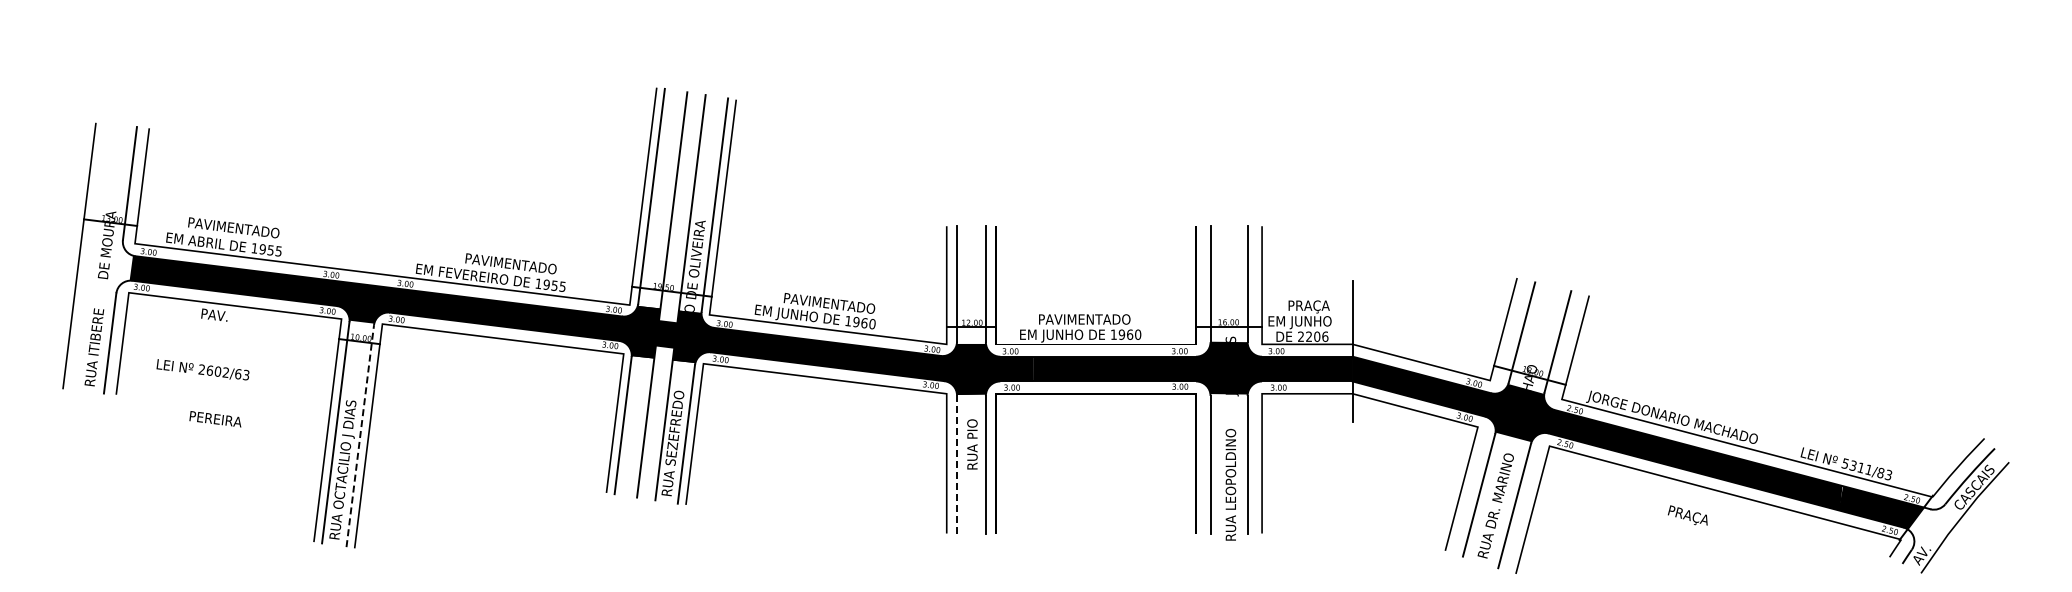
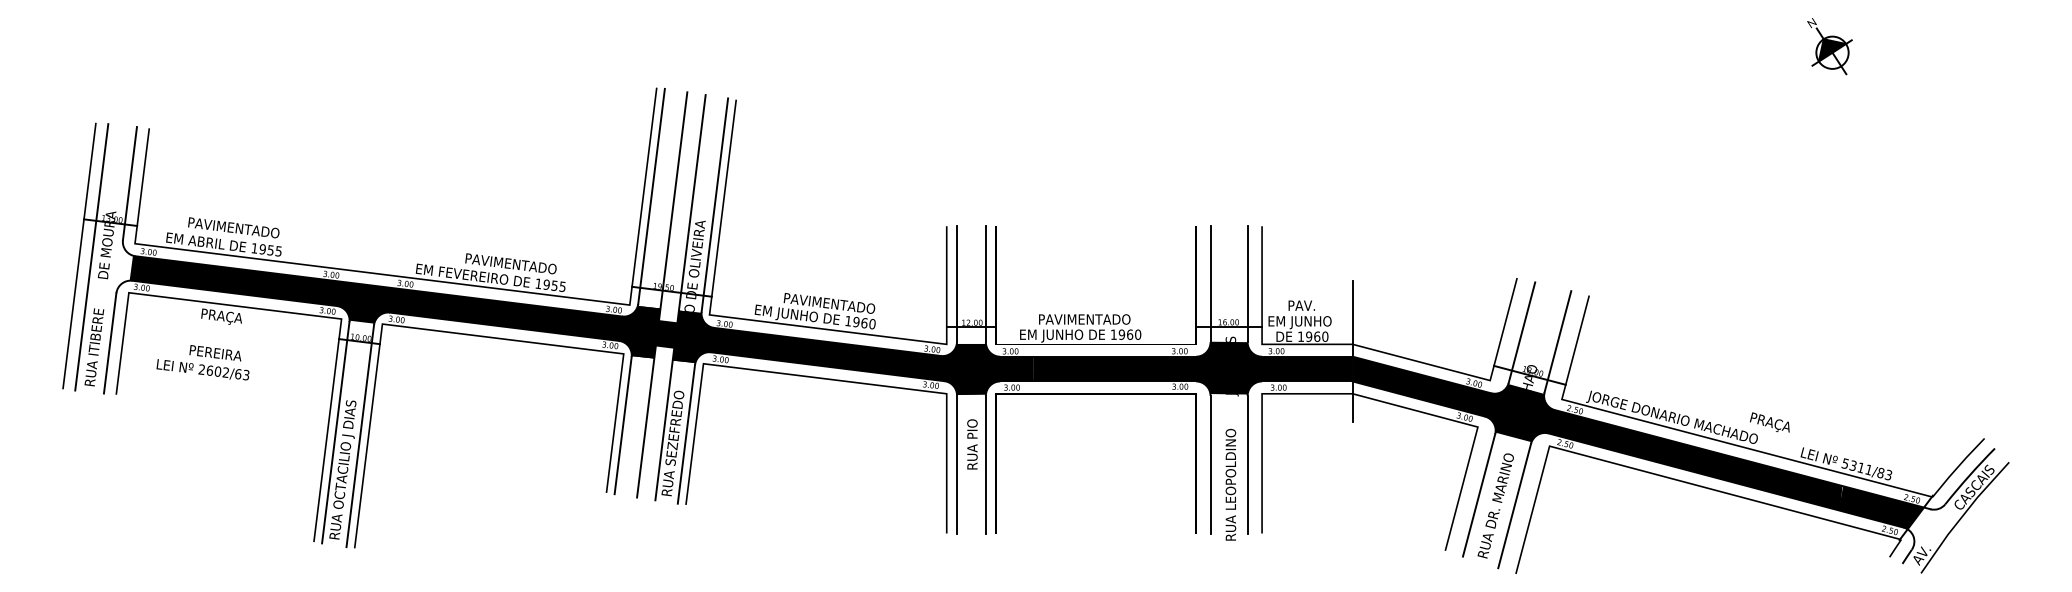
part at (1829, 46): none -> present
line at (91, 257): none -> present
text at (1312, 306): PRAÇA -> PAV.
text at (224, 316): PAV. -> PRAÇA
text at (1313, 336): 2206 -> 1960
text at (215, 419) position: (215, 419) -> (215, 353)
line at (360, 436): dashed -> solid
line at (957, 463): dashed -> solid
text at (1687, 515) position: (1687, 515) -> (1769, 422)
